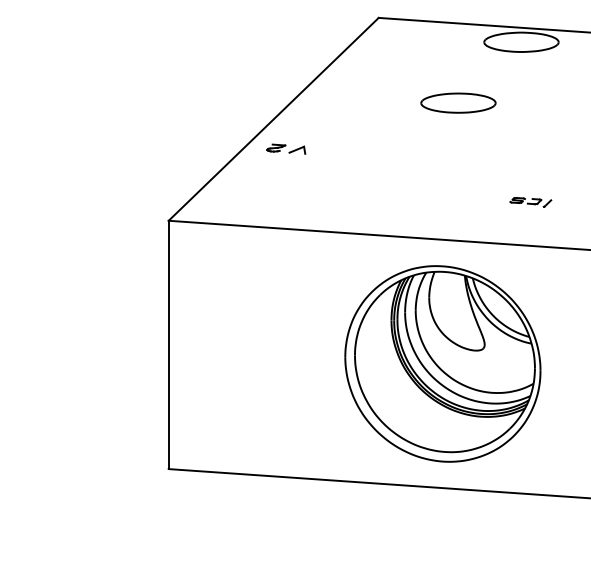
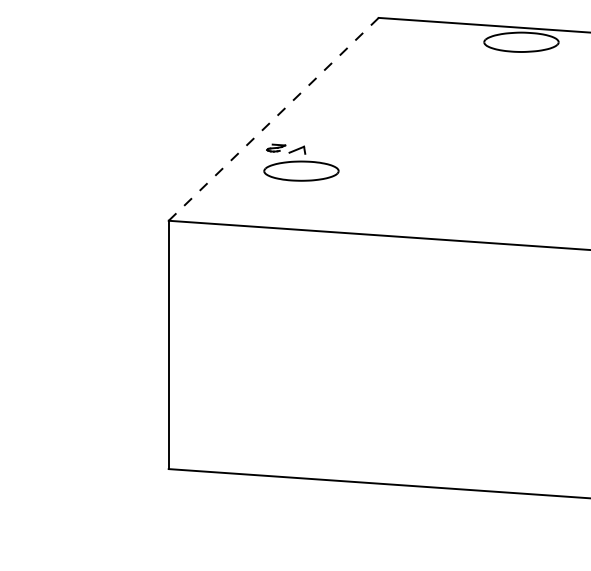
part at (458, 102) position: (458, 102) -> (301, 170)
line at (273, 119): solid -> dashed
part at (530, 202): present -> none
part at (442, 363): present -> none
